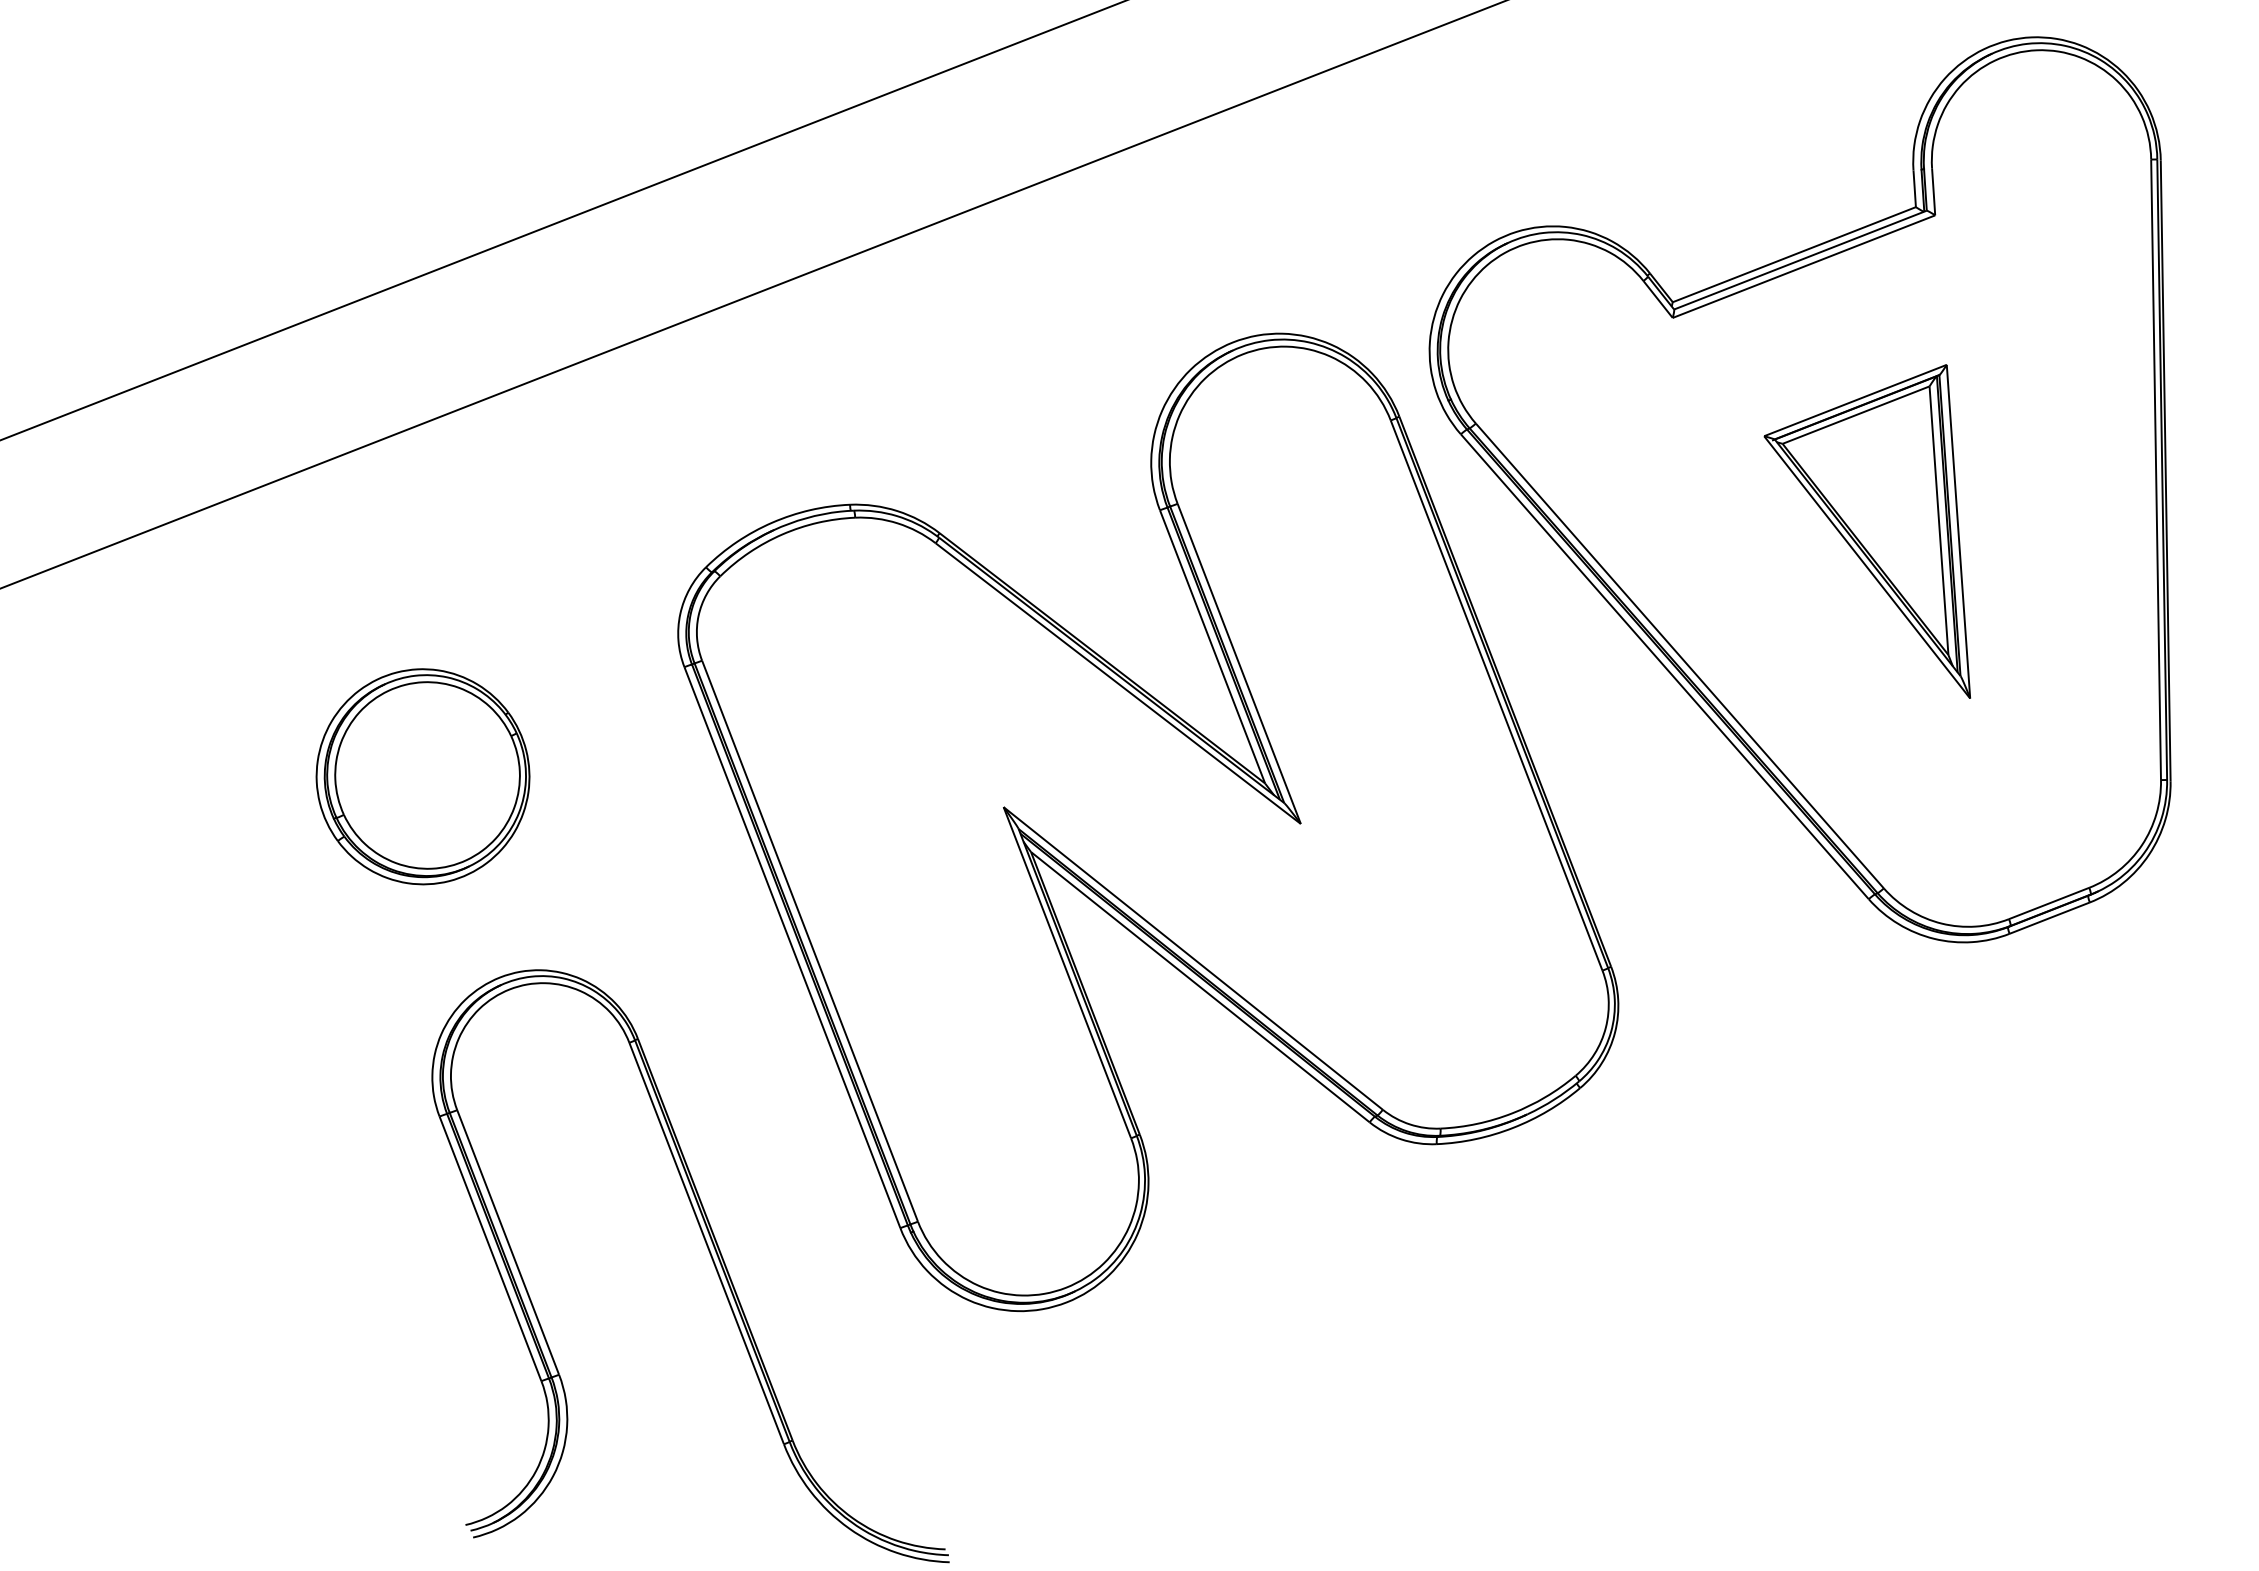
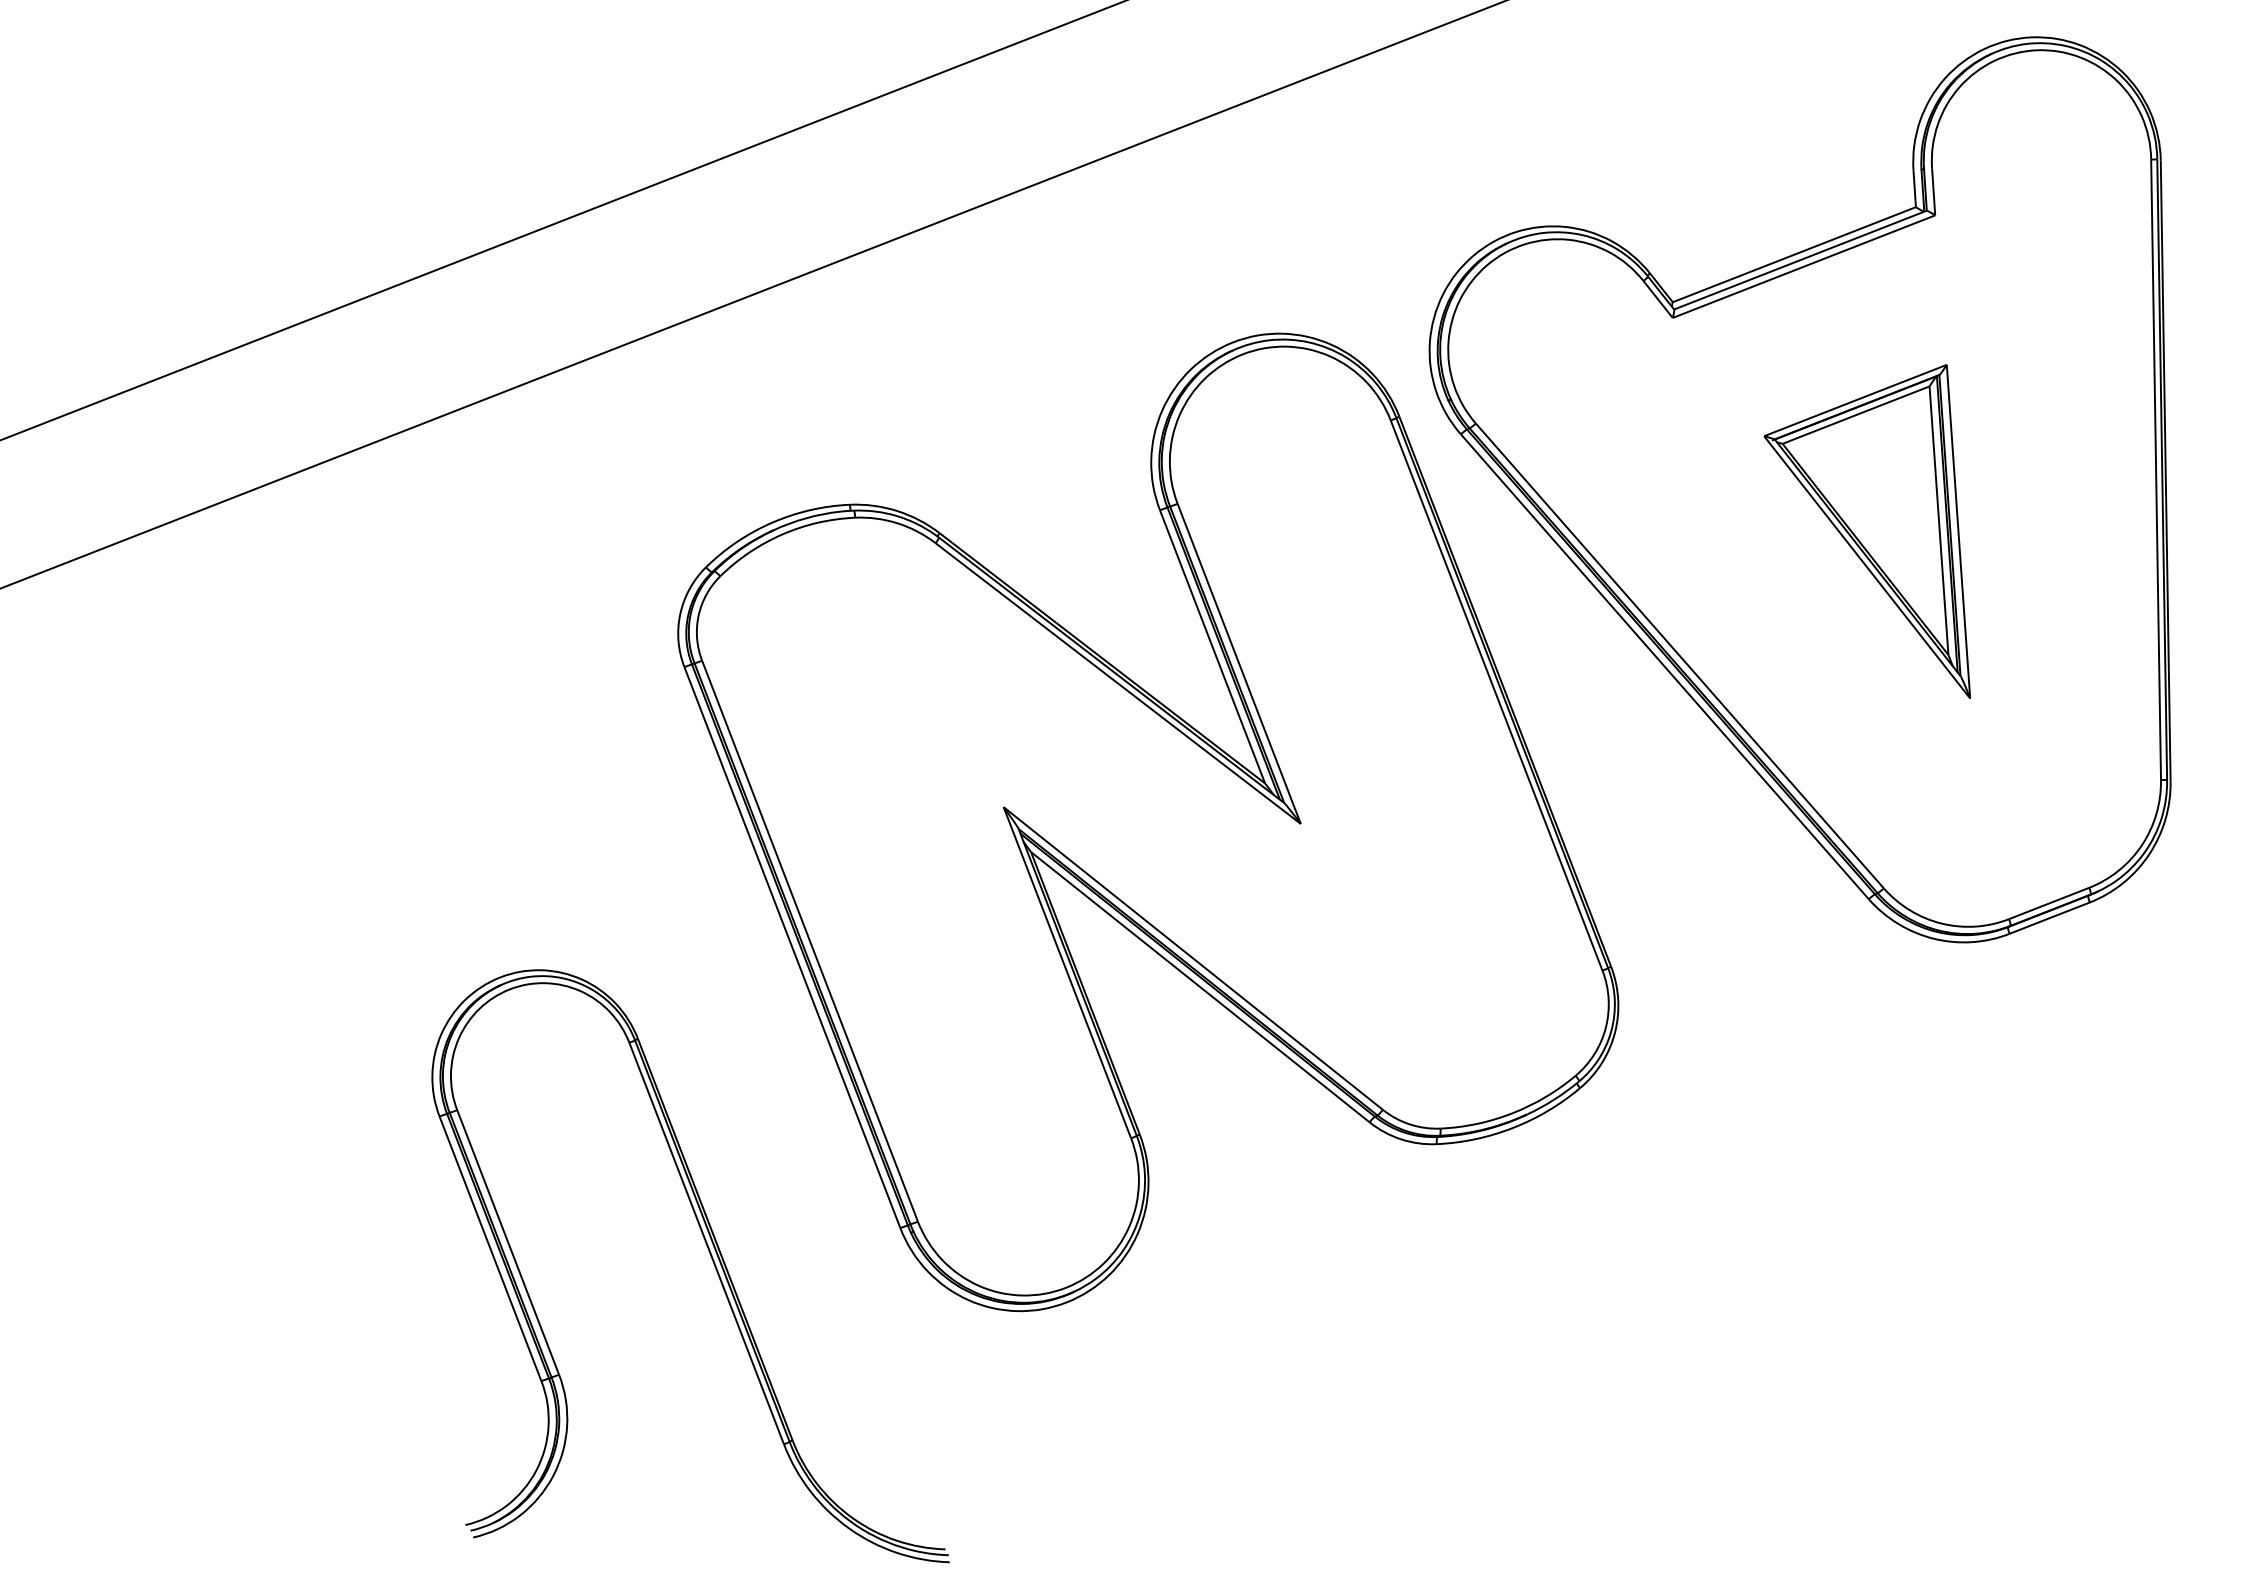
part at (422, 776): present -> none
